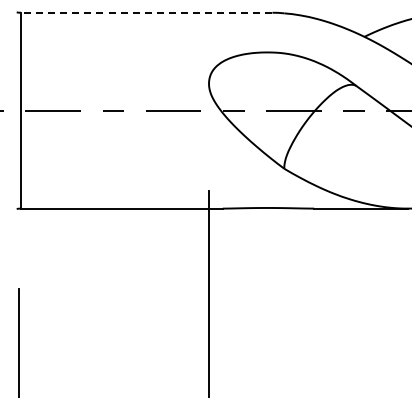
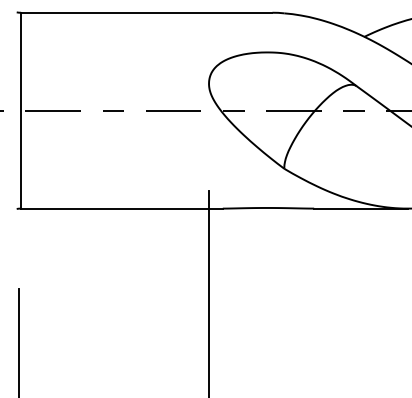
line at (146, 12): dashed -> solid
